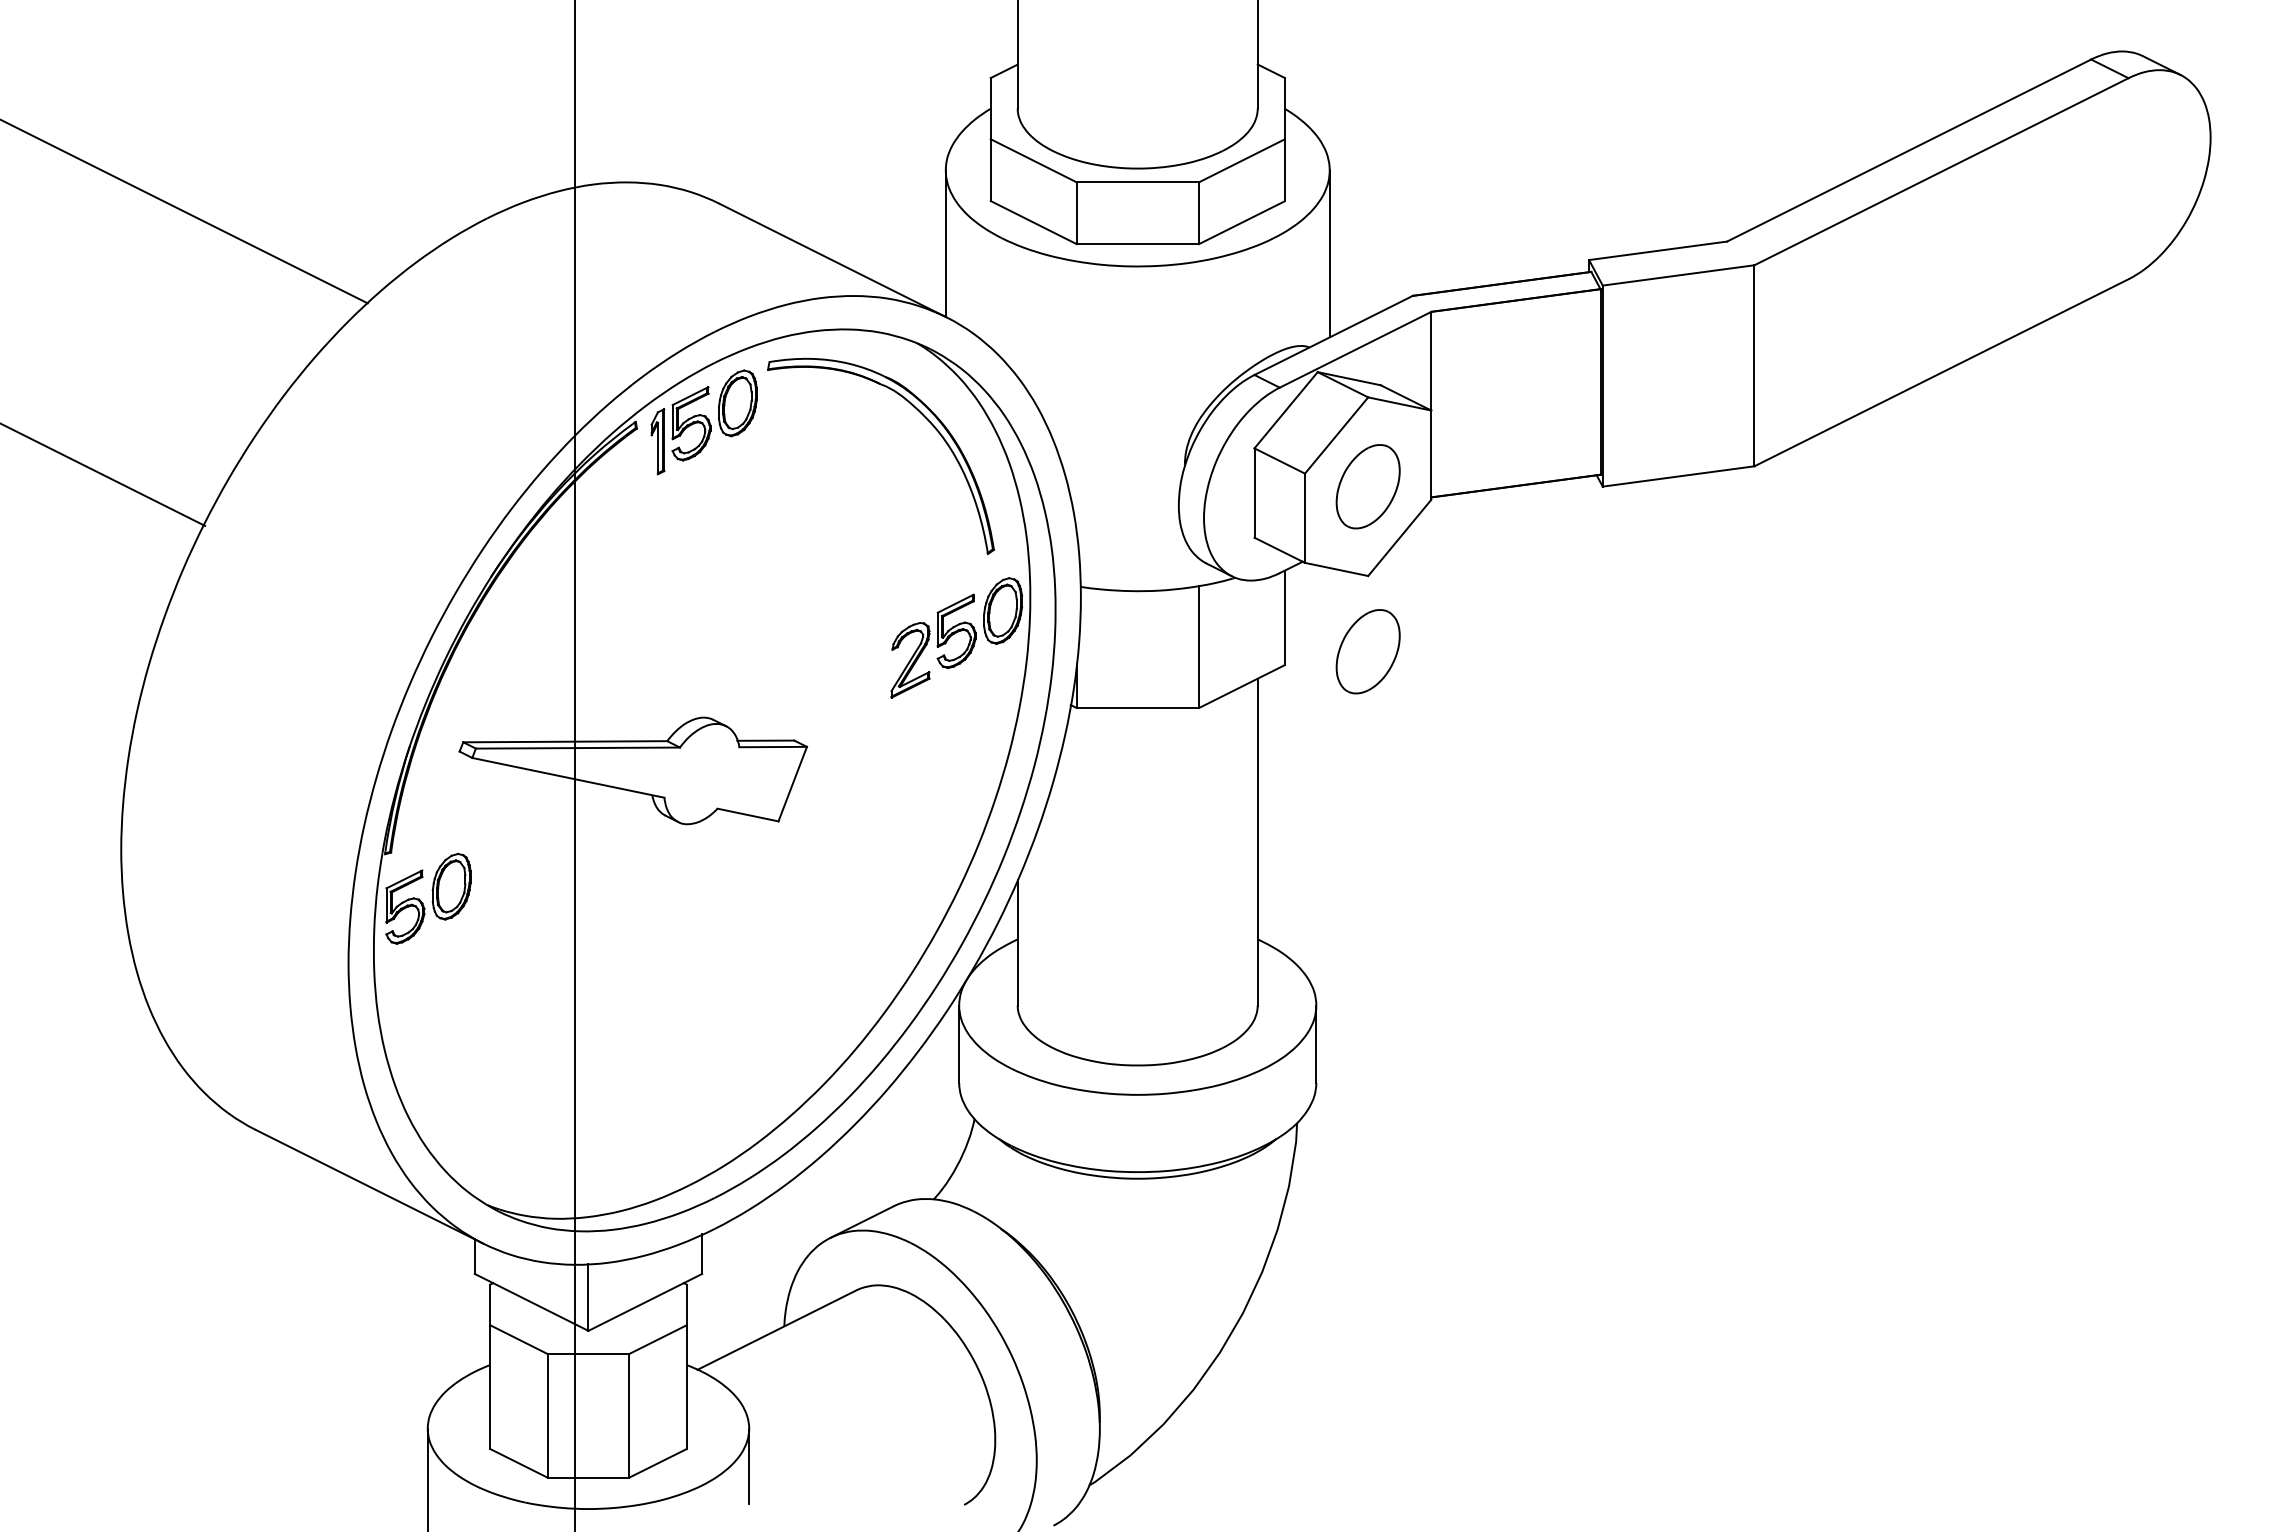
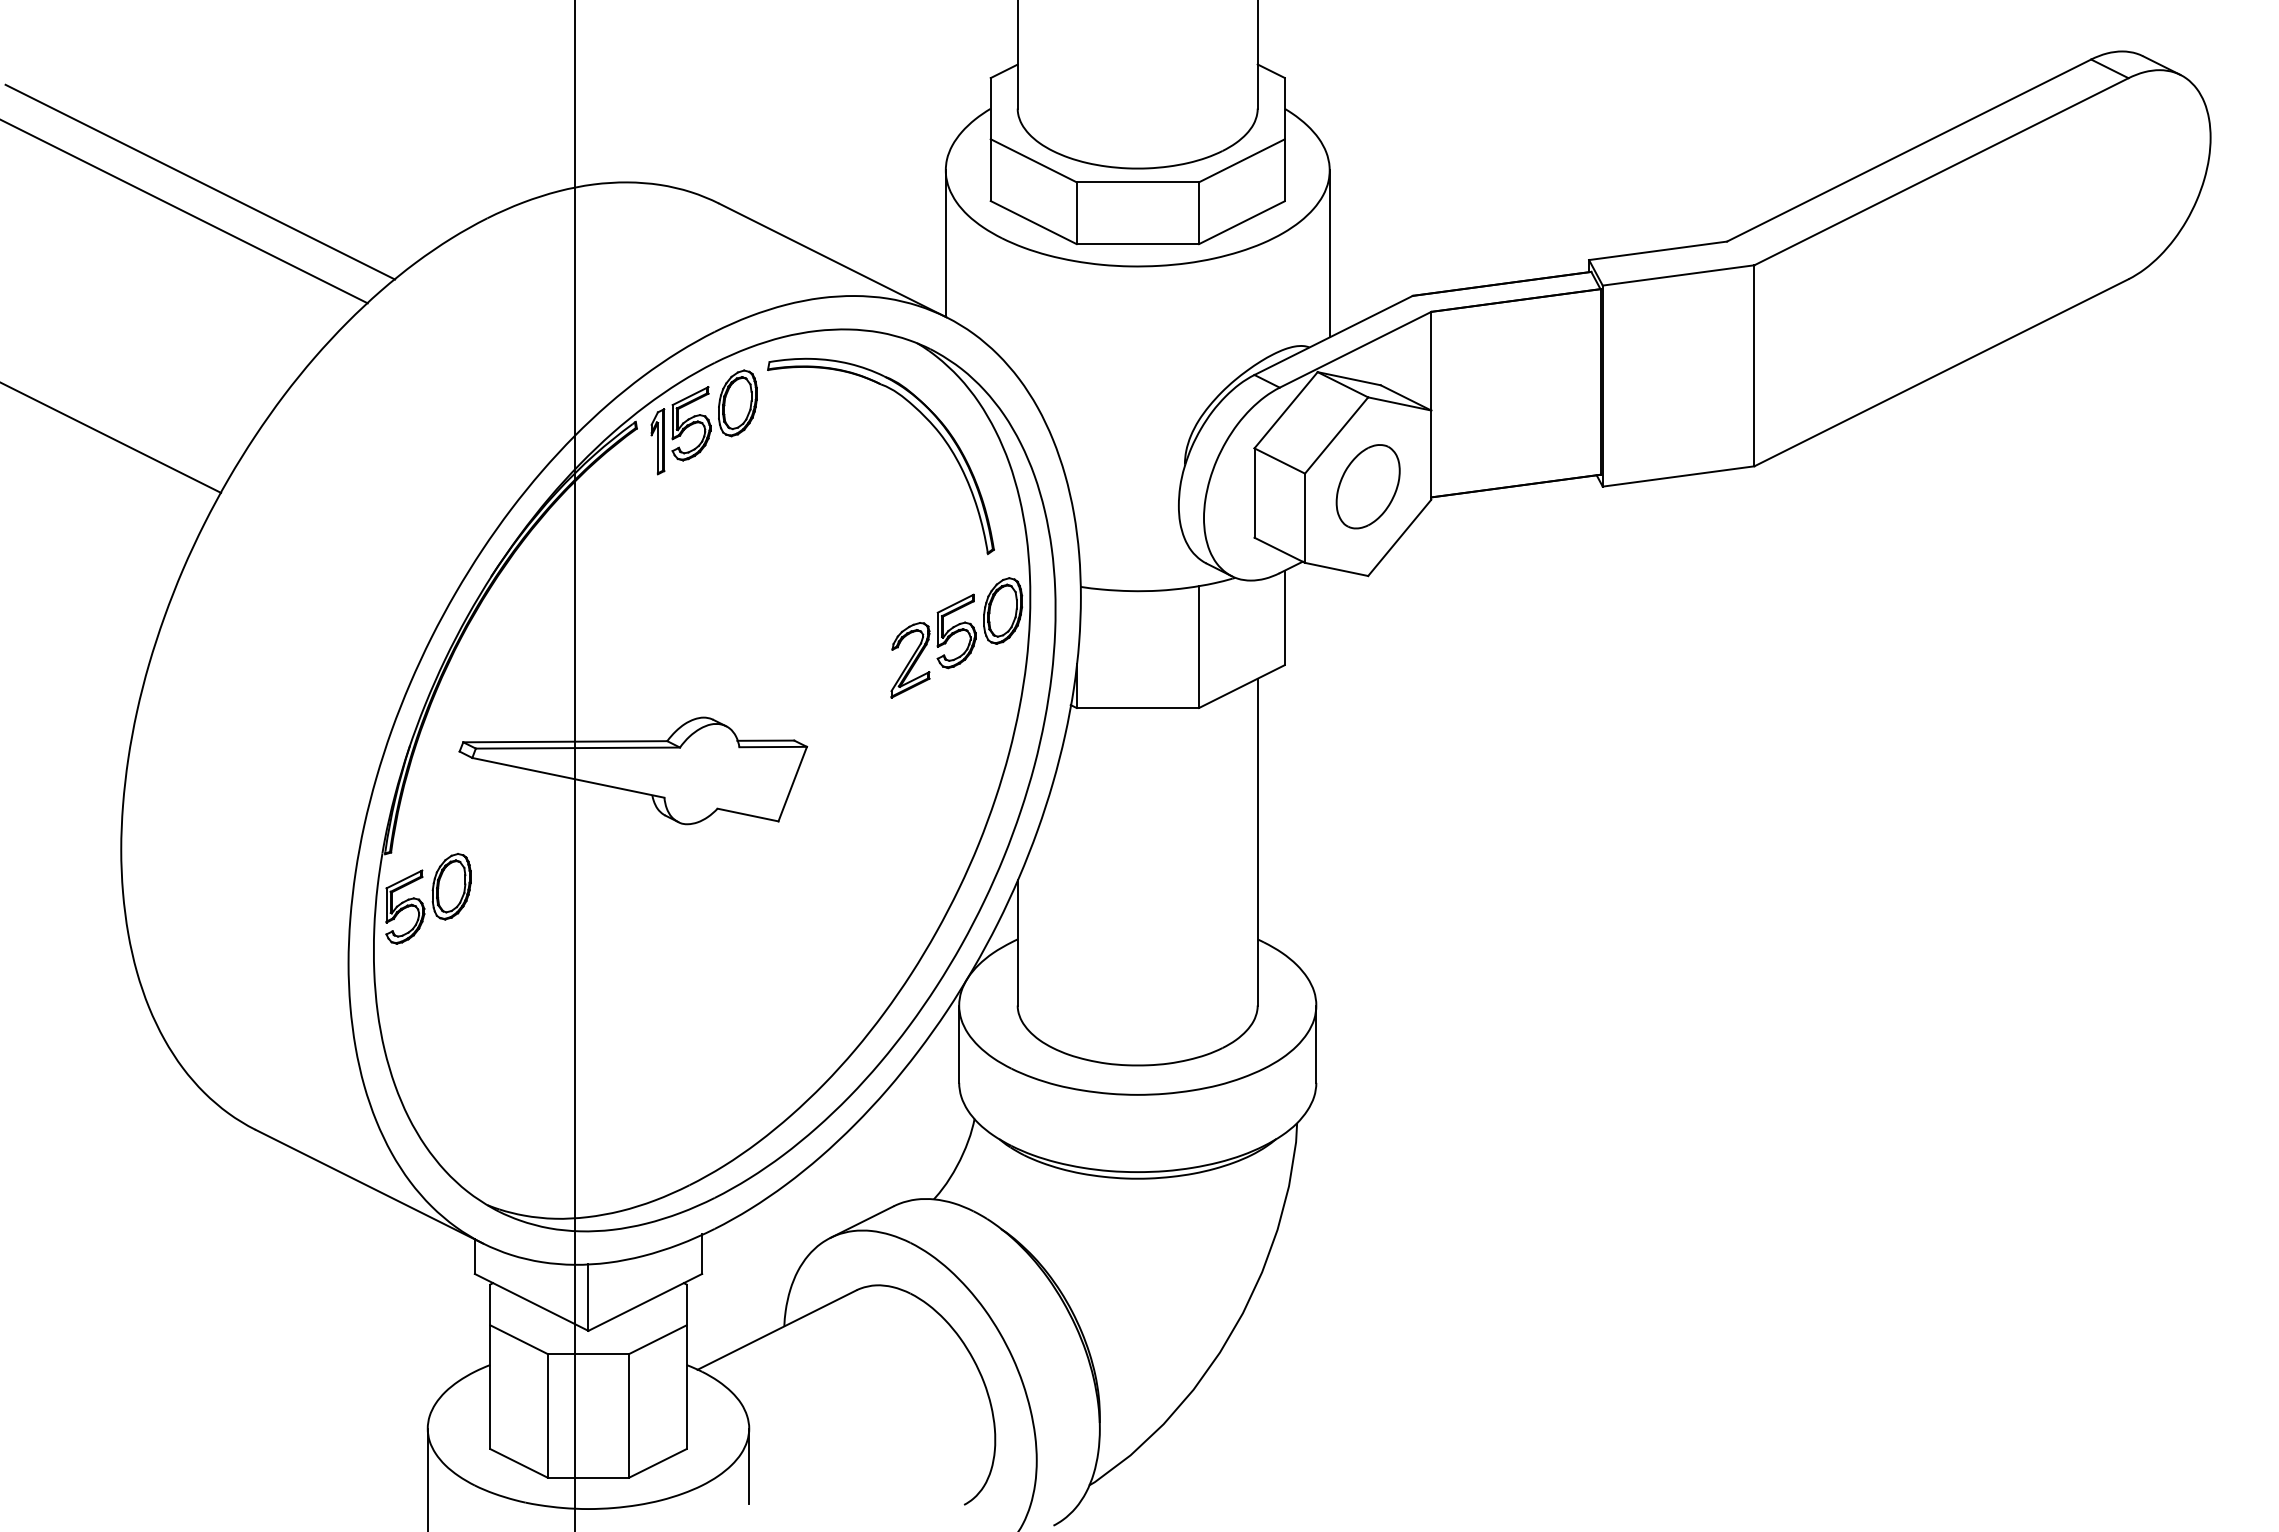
line at (200, 181): none -> present
line at (103, 474) position: (103, 474) -> (111, 437)
part at (1367, 651): present -> none
